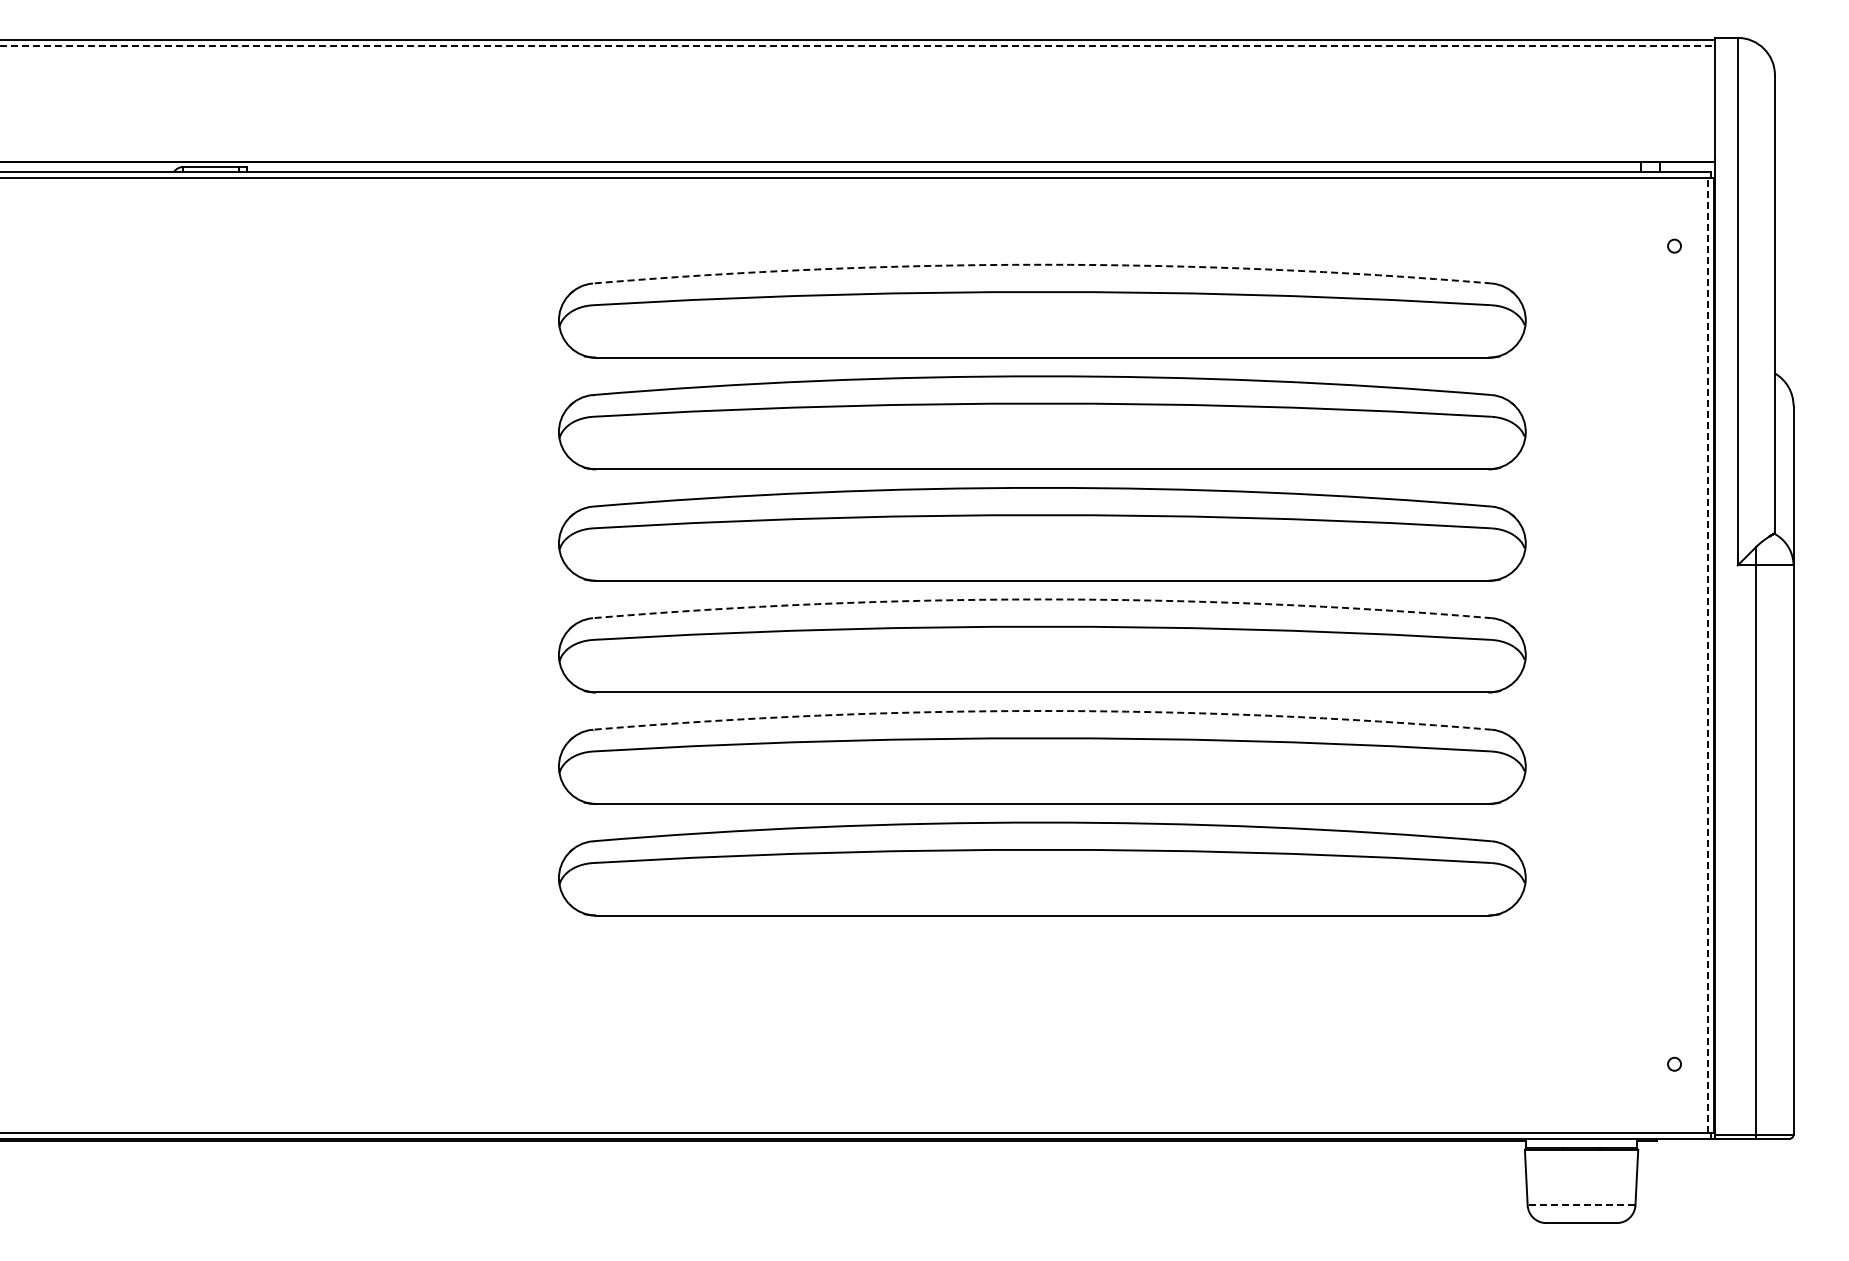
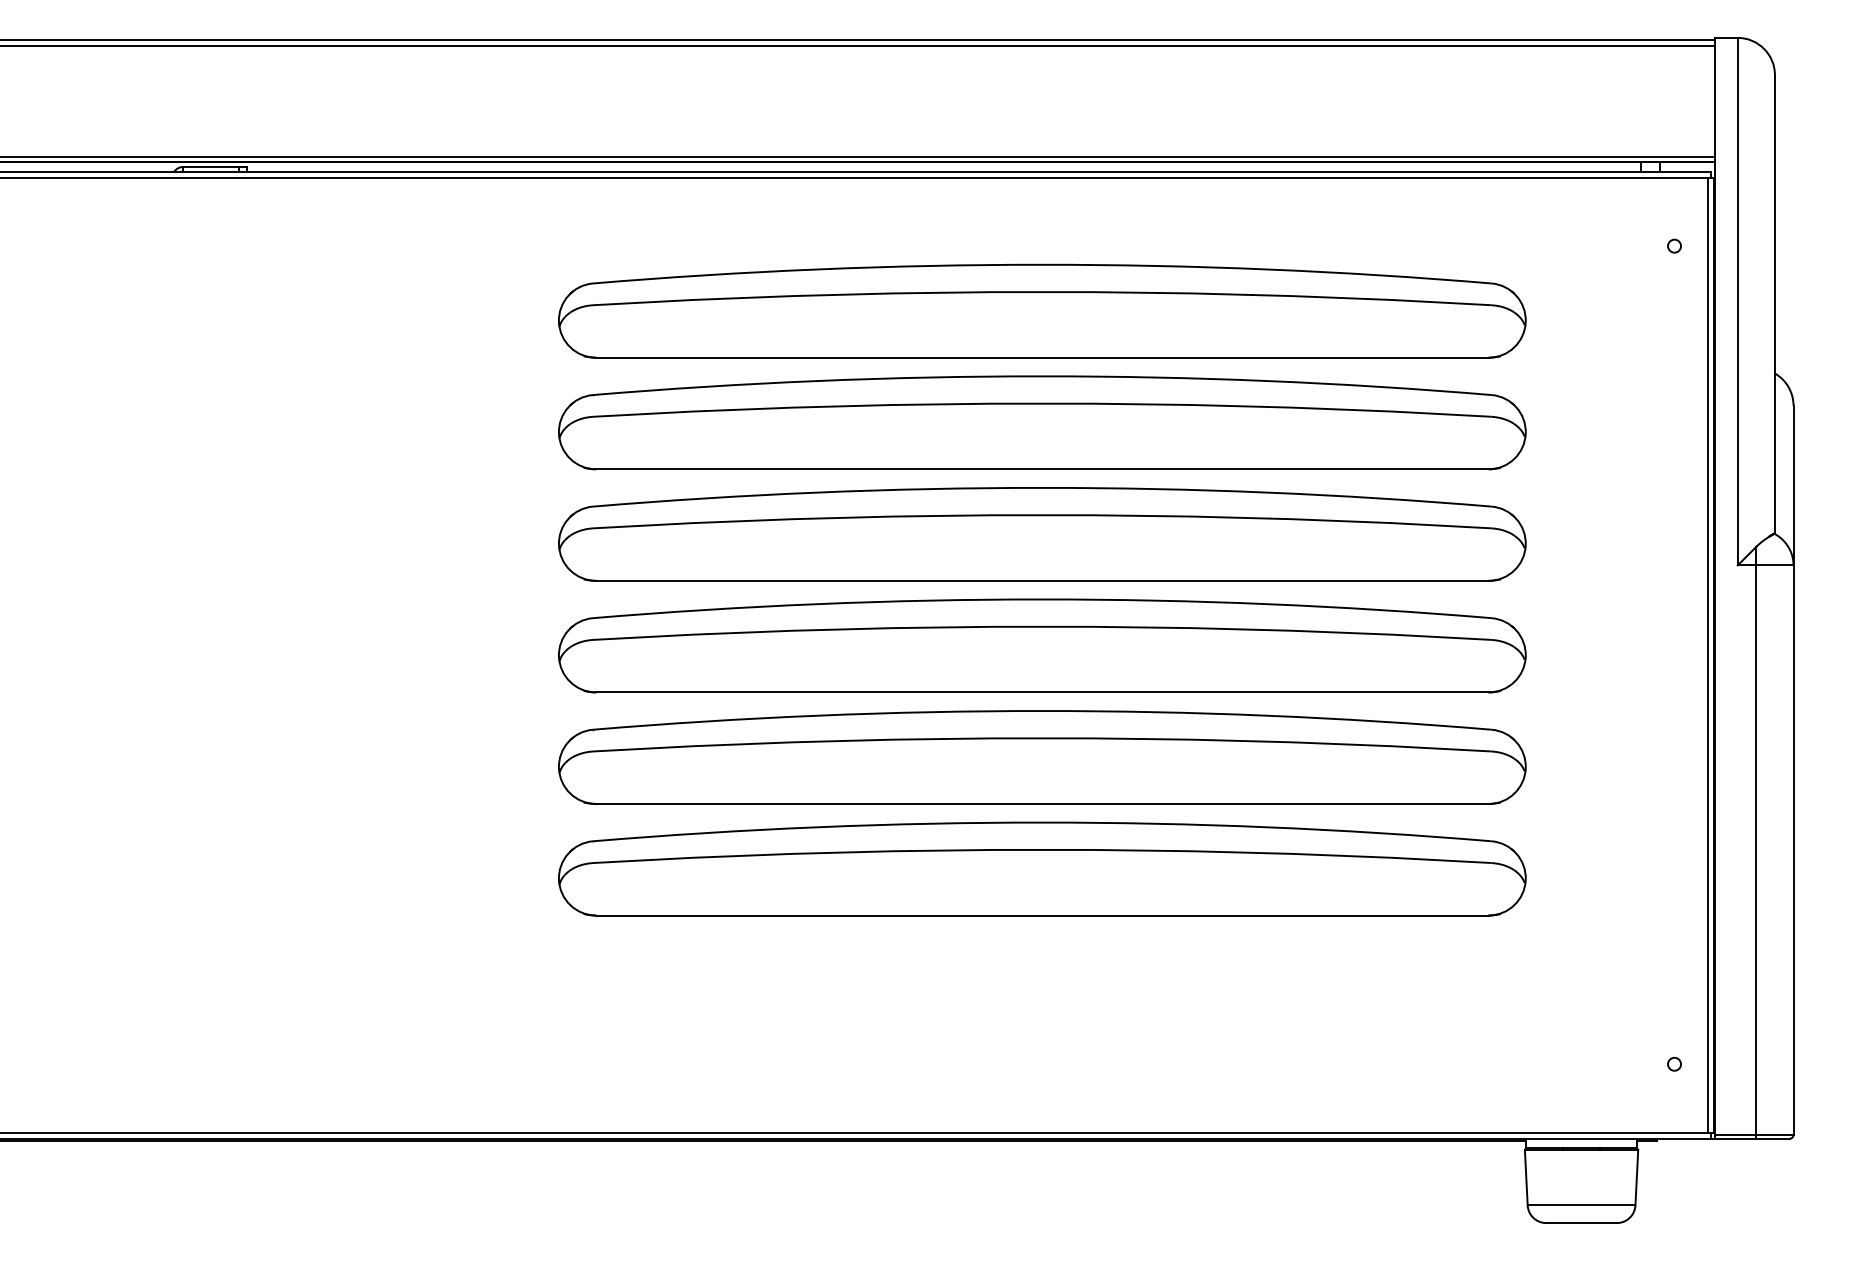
line at (858, 45): dashed -> solid
line at (858, 156): none -> present
arc at (1042, 264): dashed -> solid
arc at (1042, 599): dashed -> solid
line at (1707, 654): dashed -> solid
arc at (1042, 711): dashed -> solid
line at (1581, 1205): dashed -> solid
